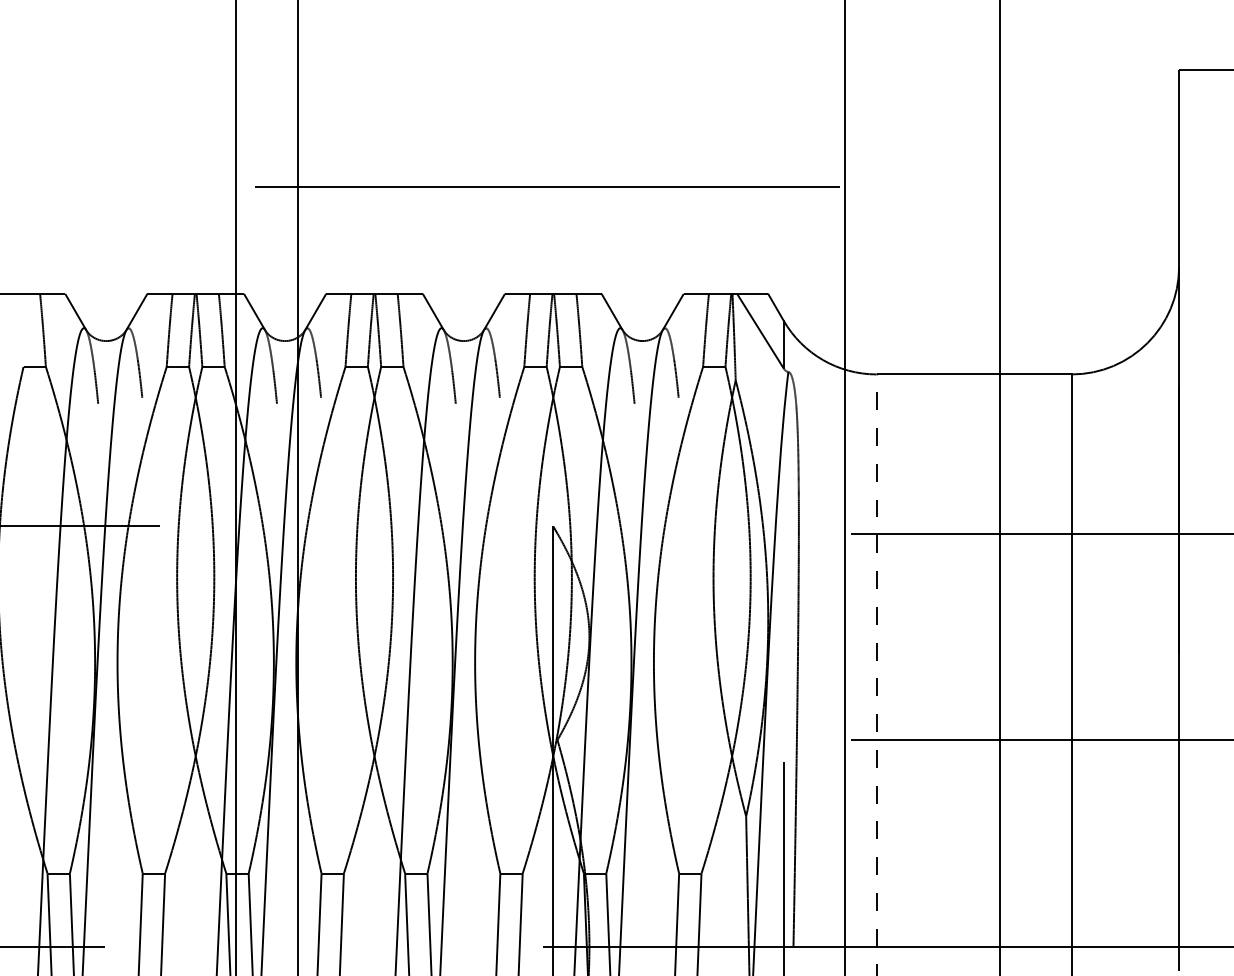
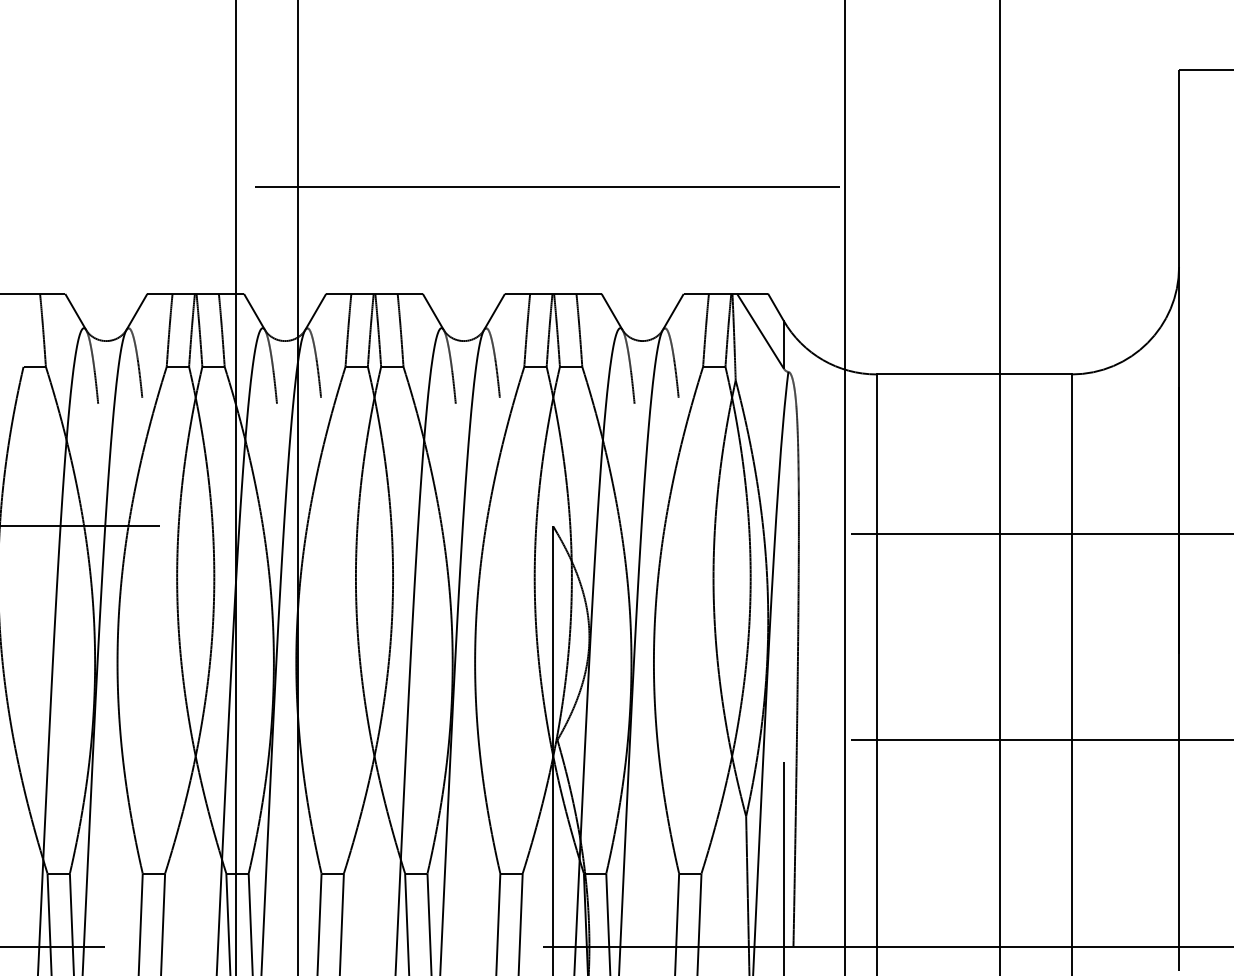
line at (876, 674): dashed -> solid
